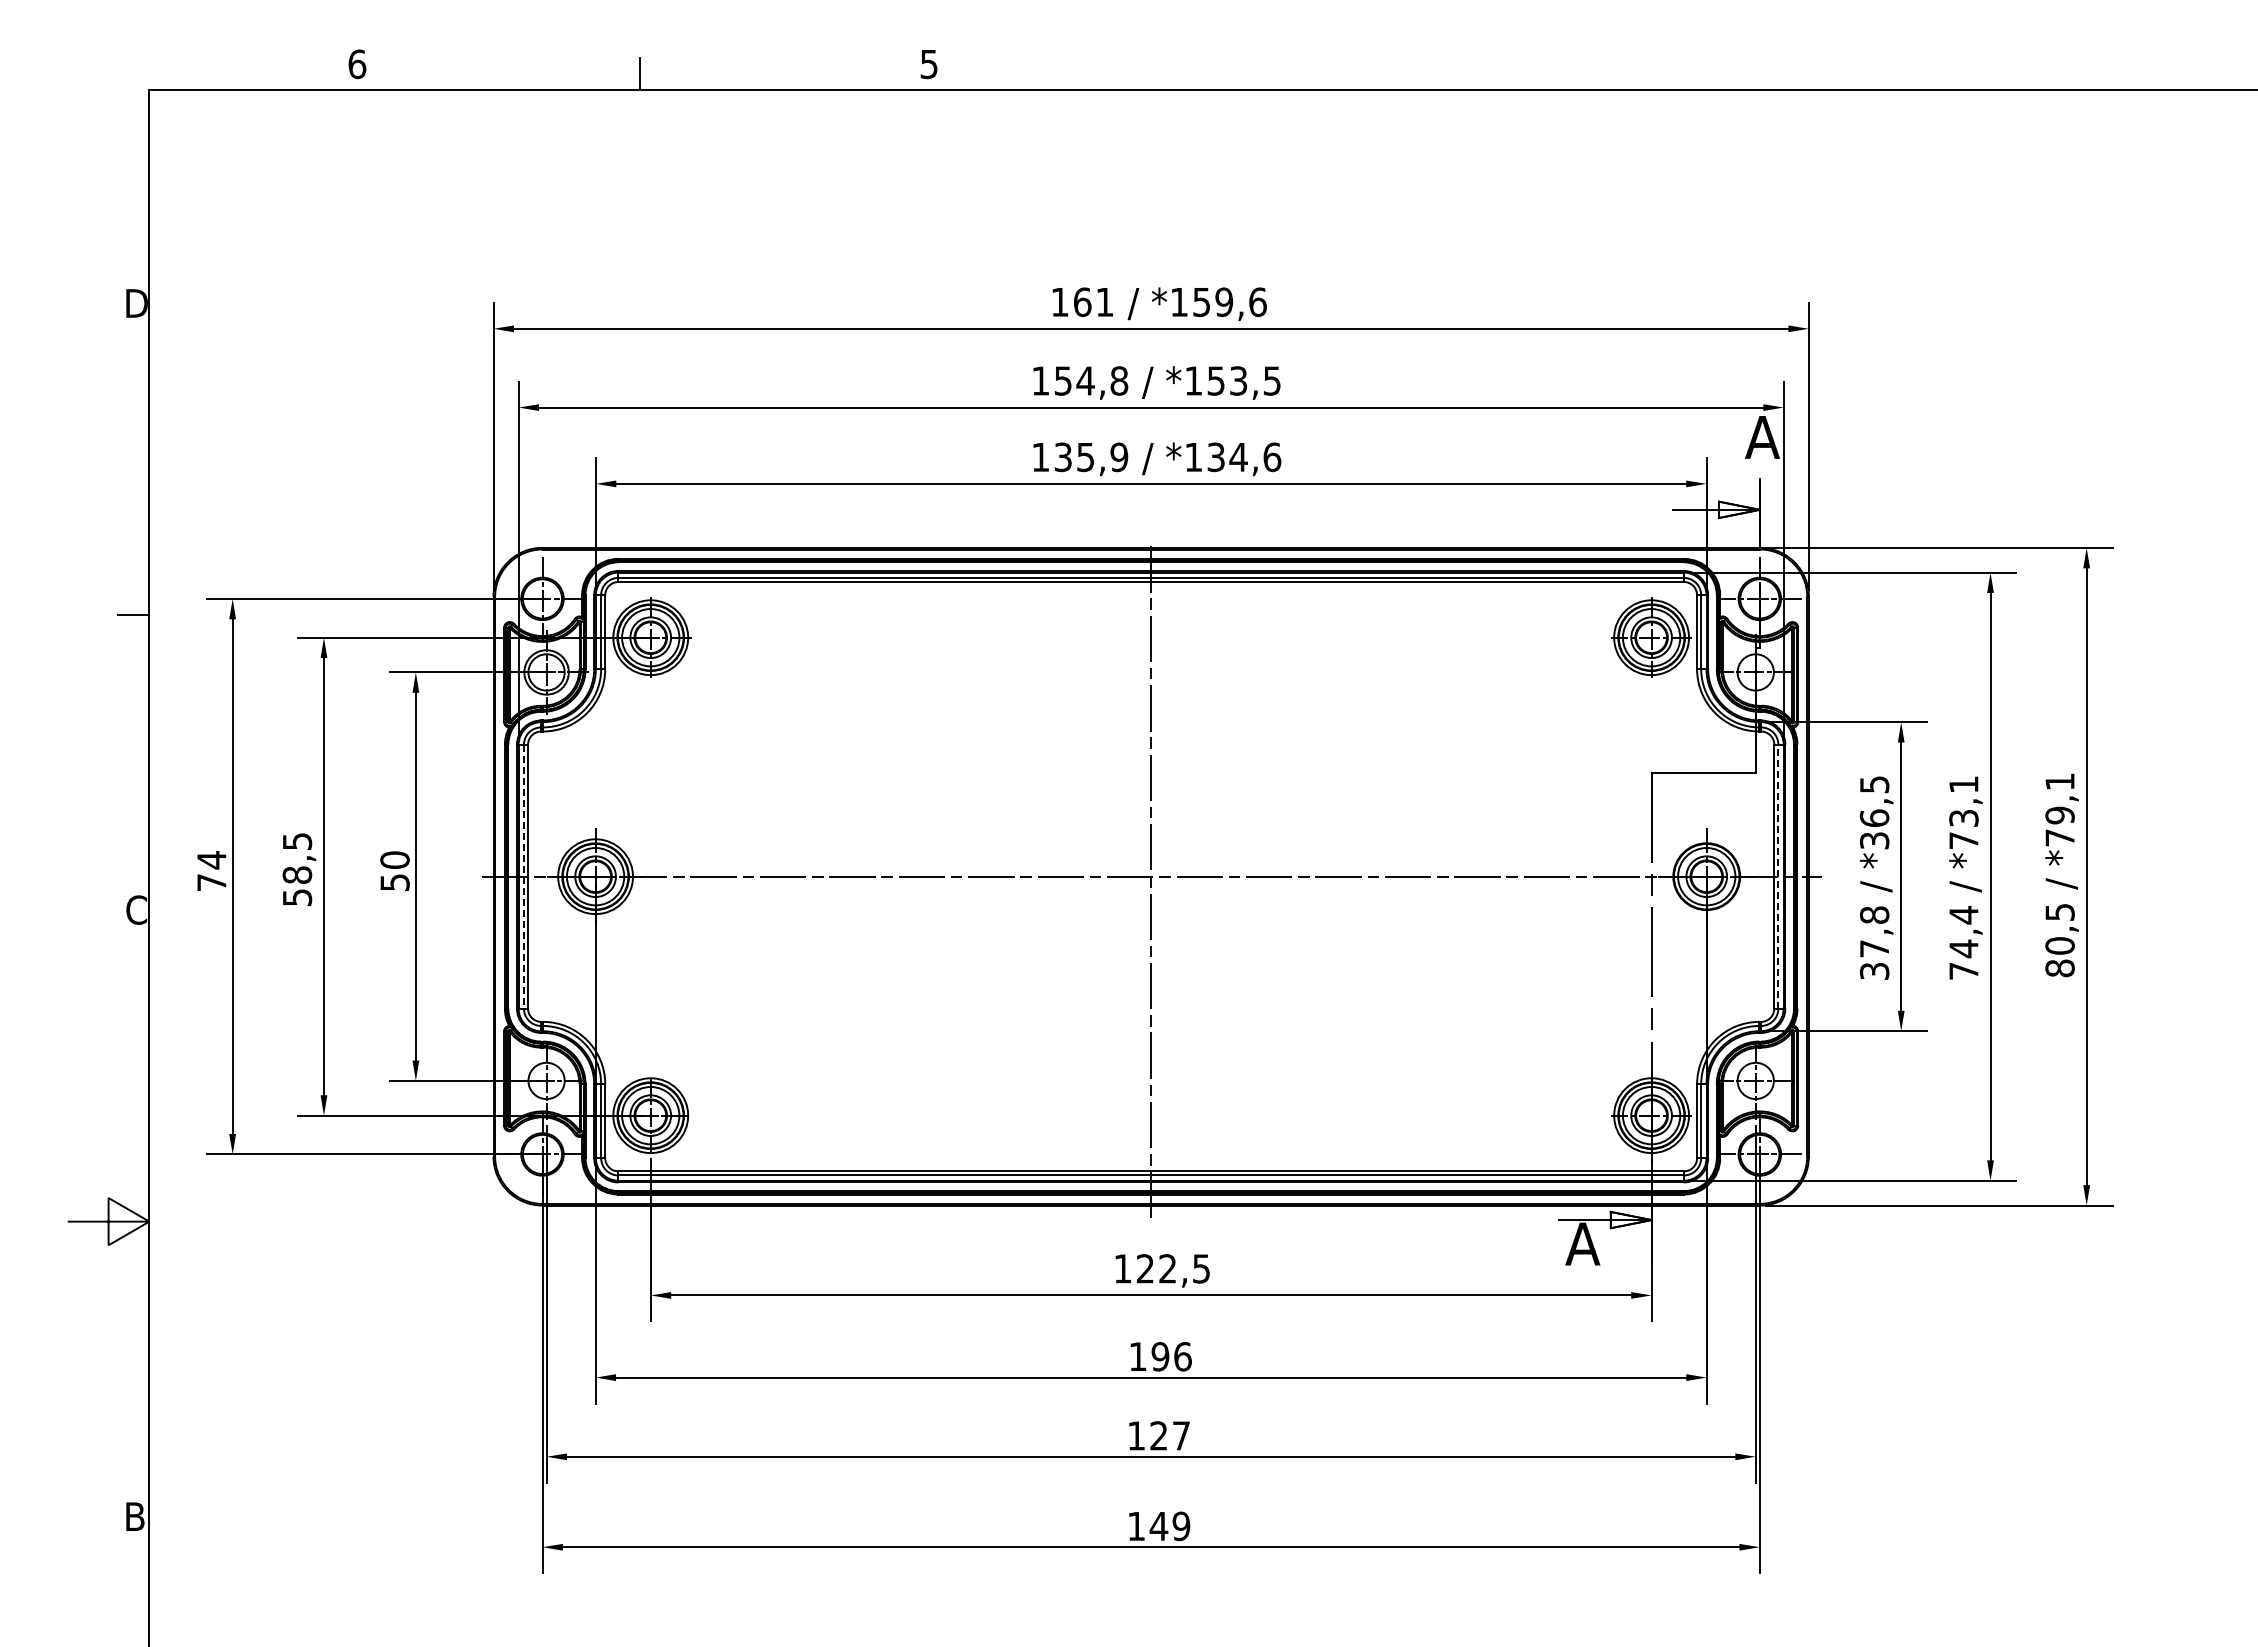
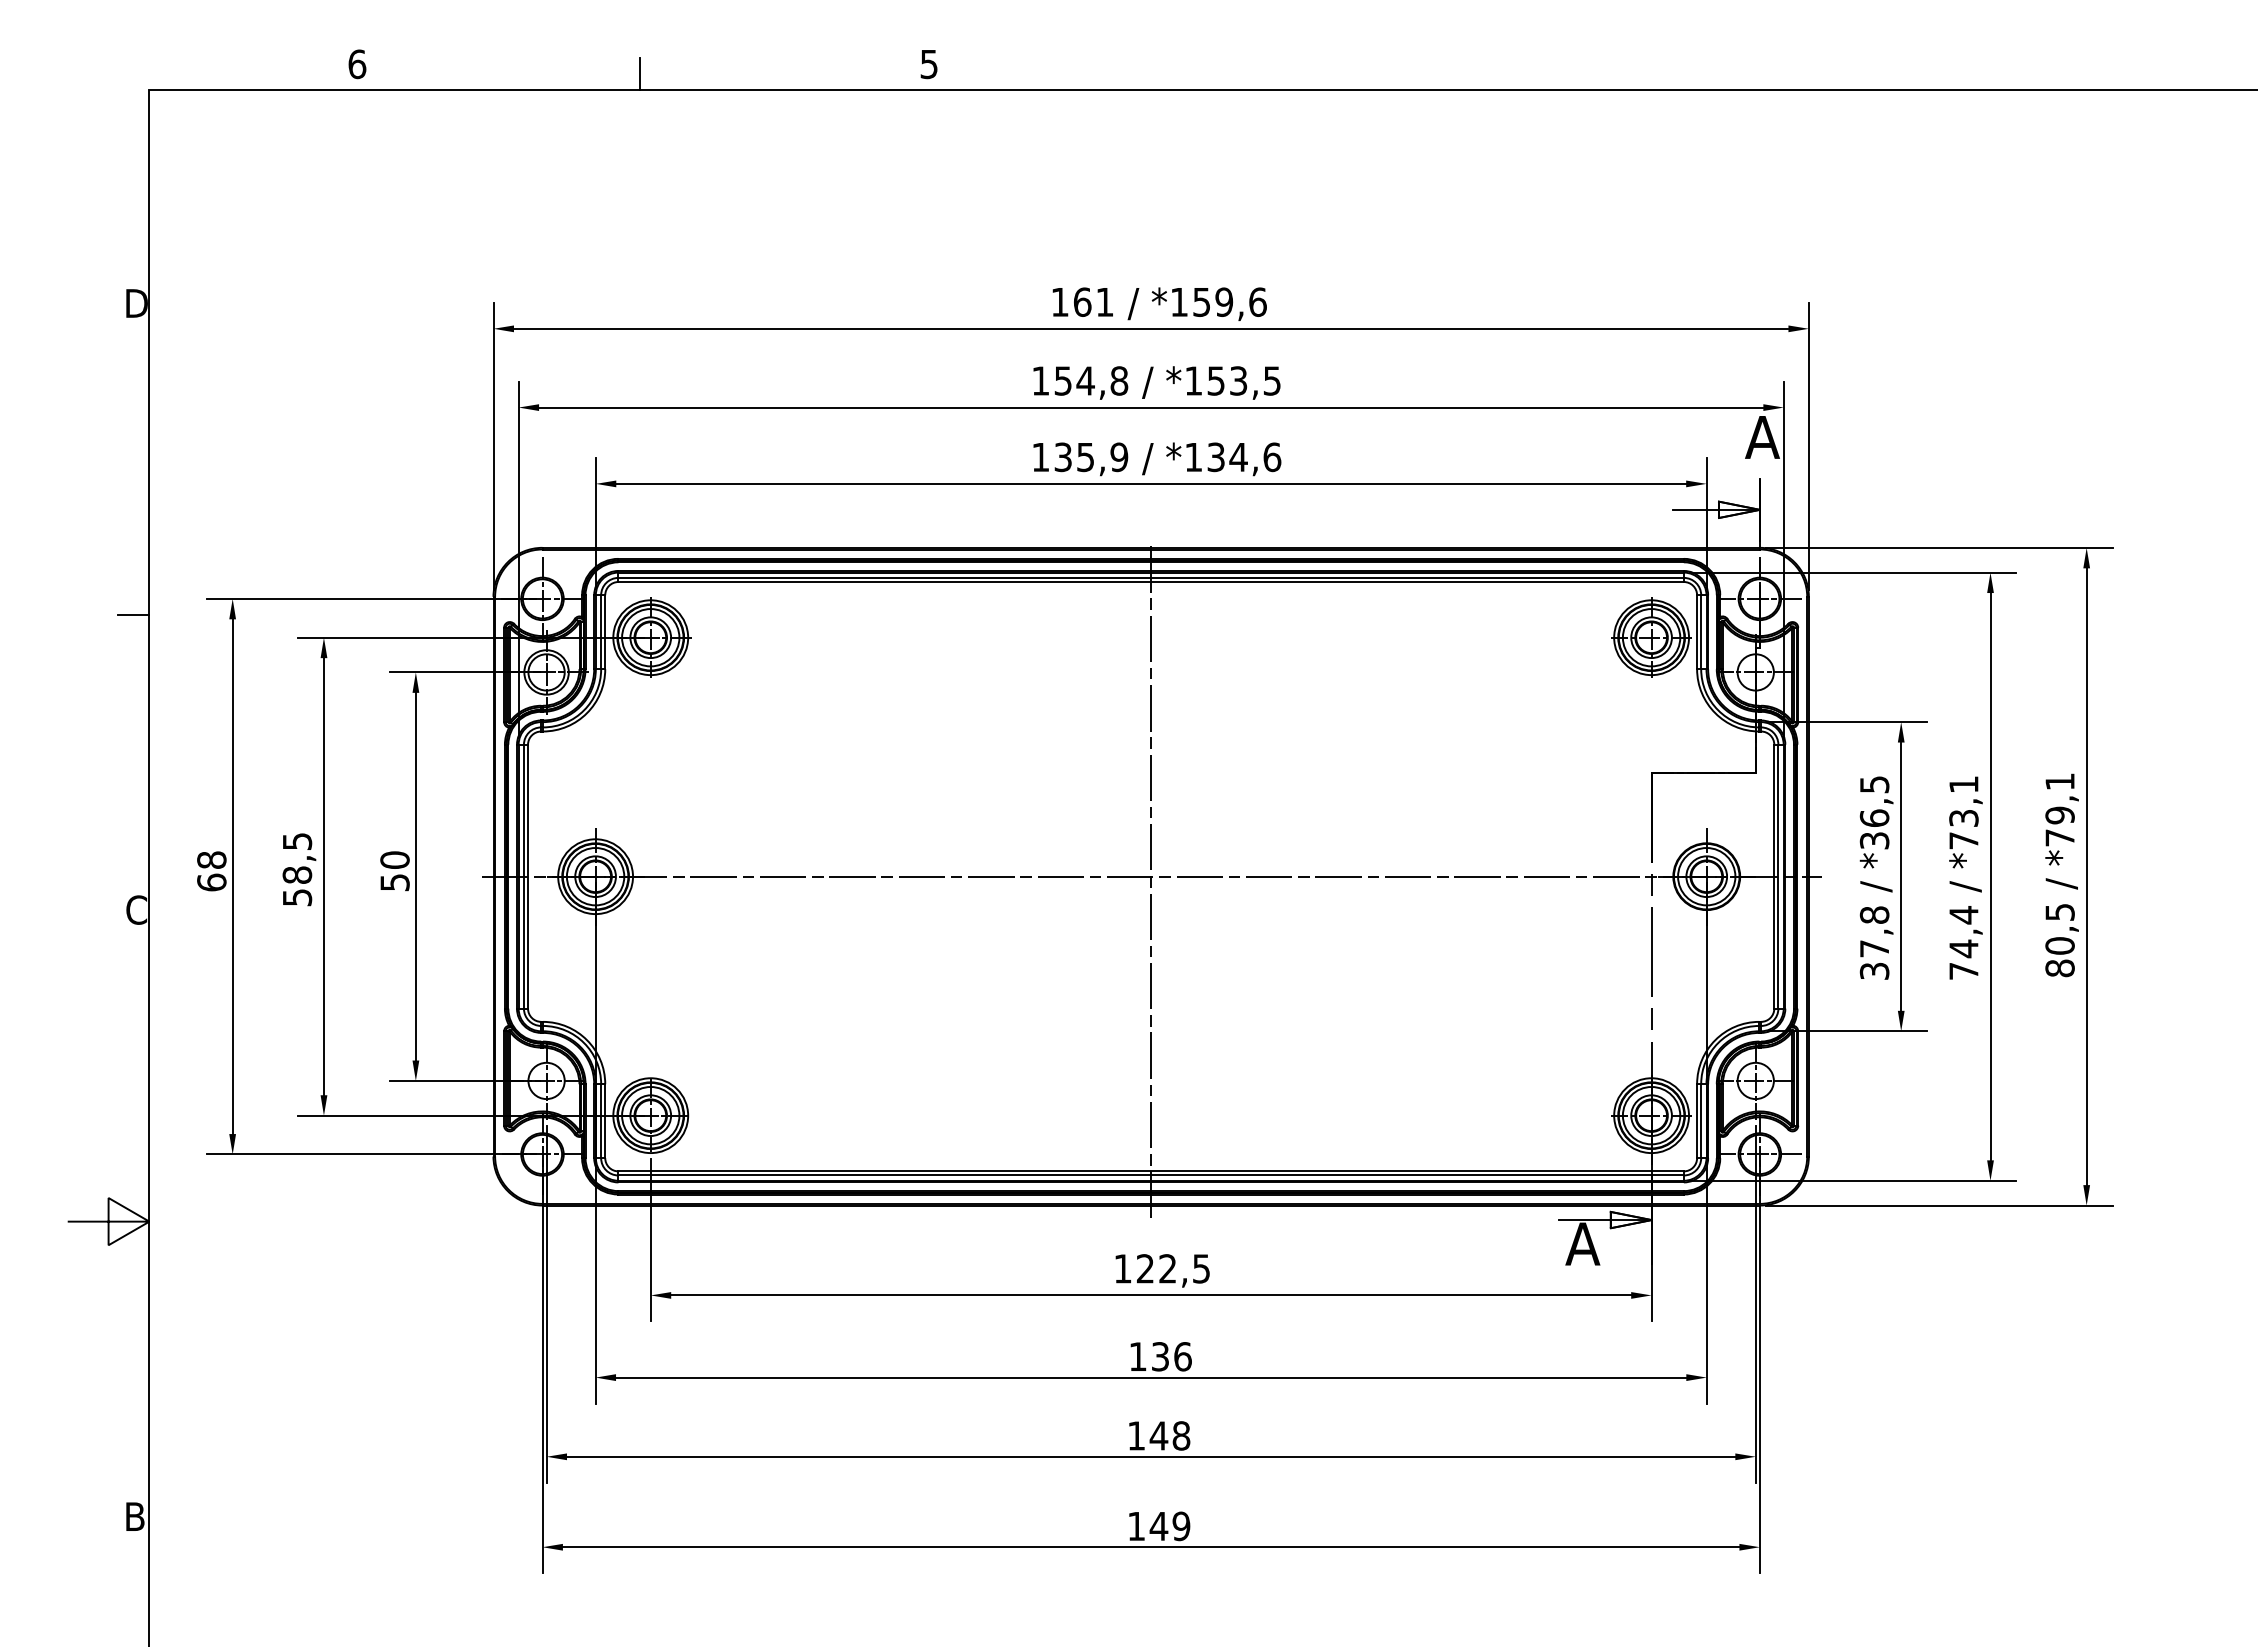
text at (211, 871): 74 -> 68
line at (523, 876): dashed -> solid
line at (1778, 876): dashed -> solid
text at (1160, 1356): 196 -> 136
text at (1169, 1435): 127 -> 148
